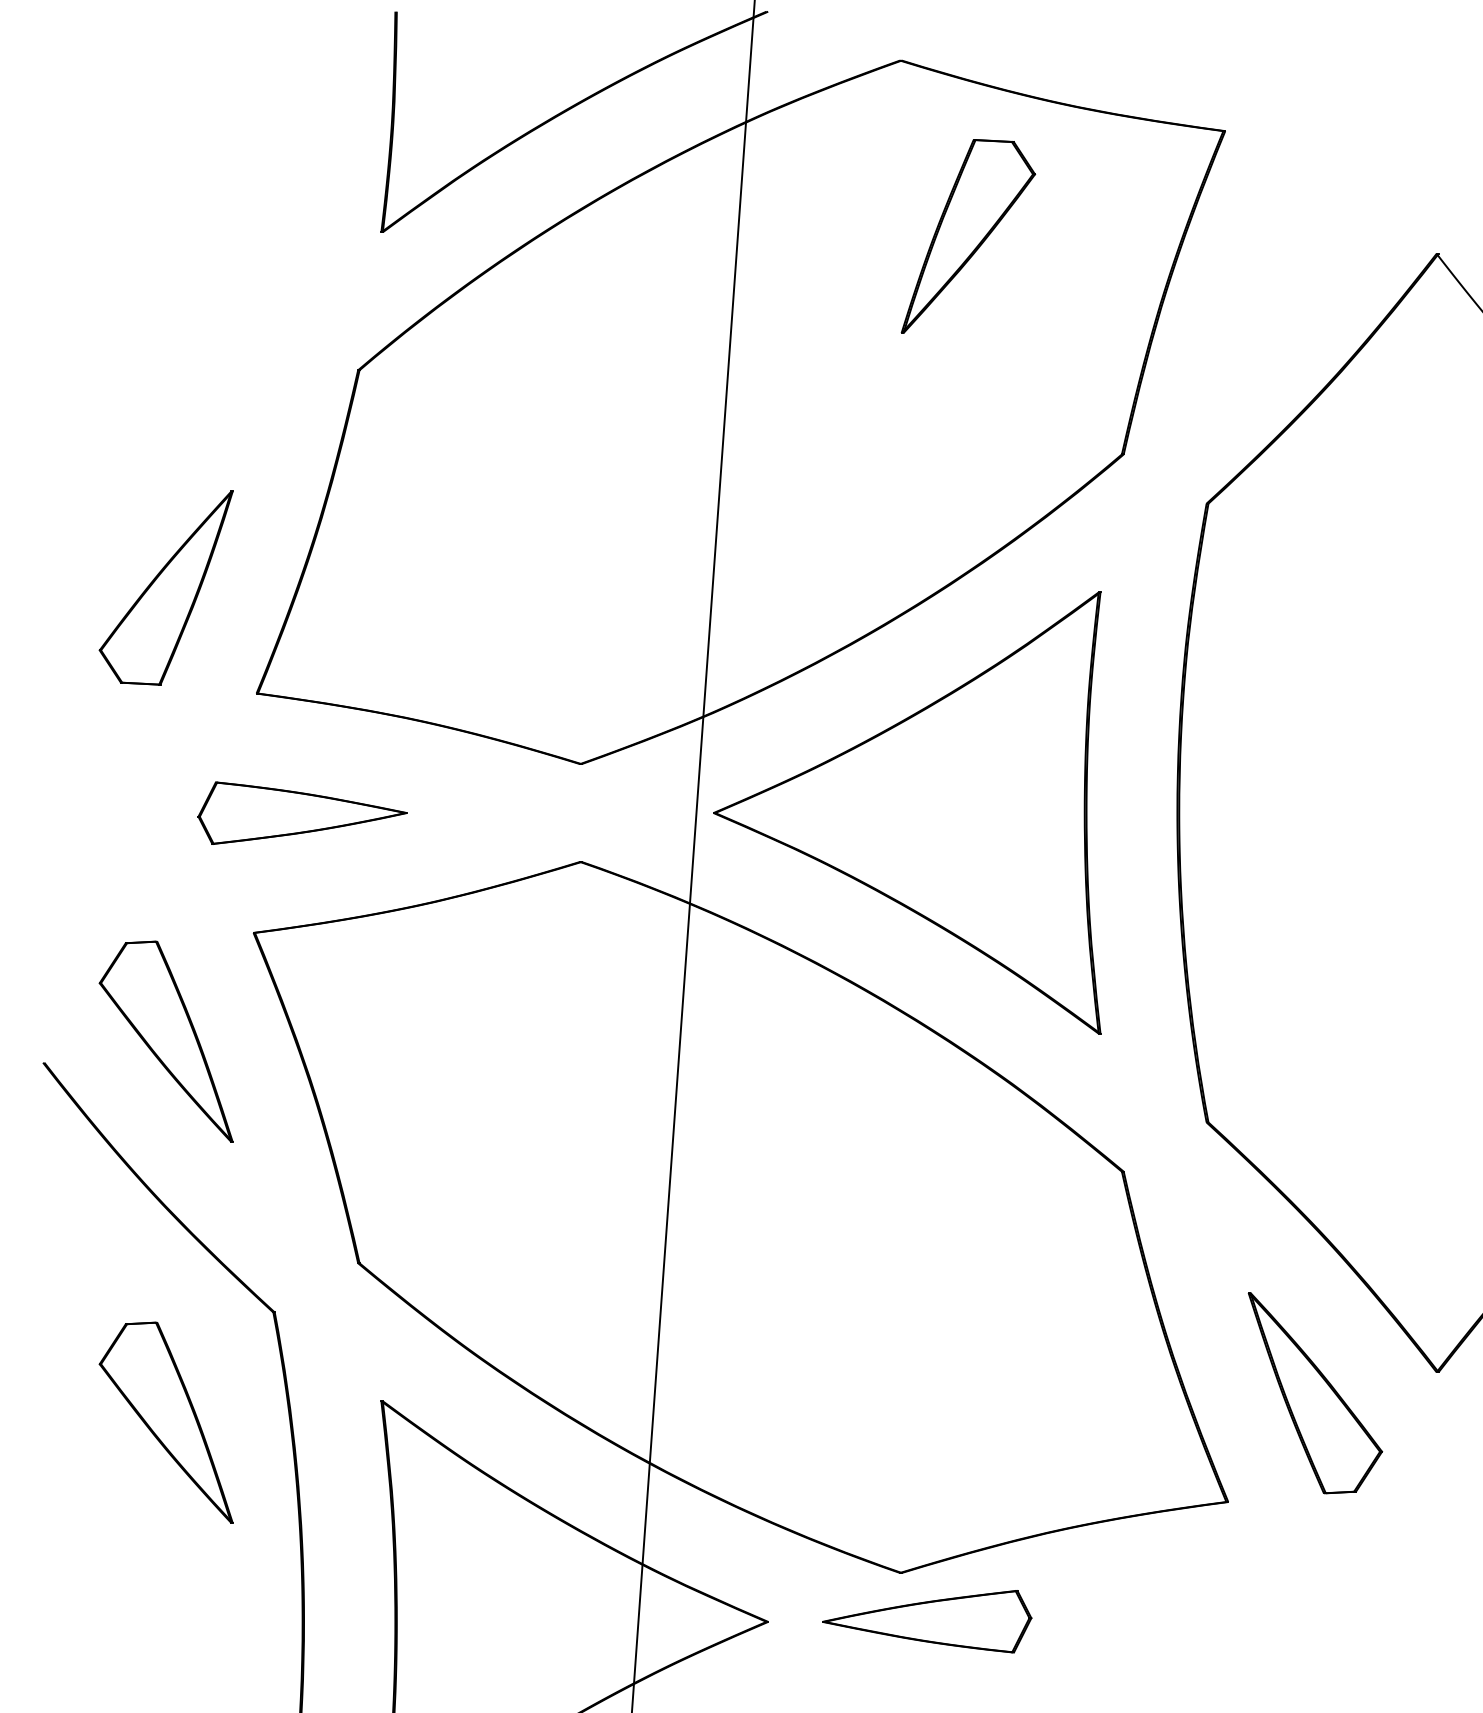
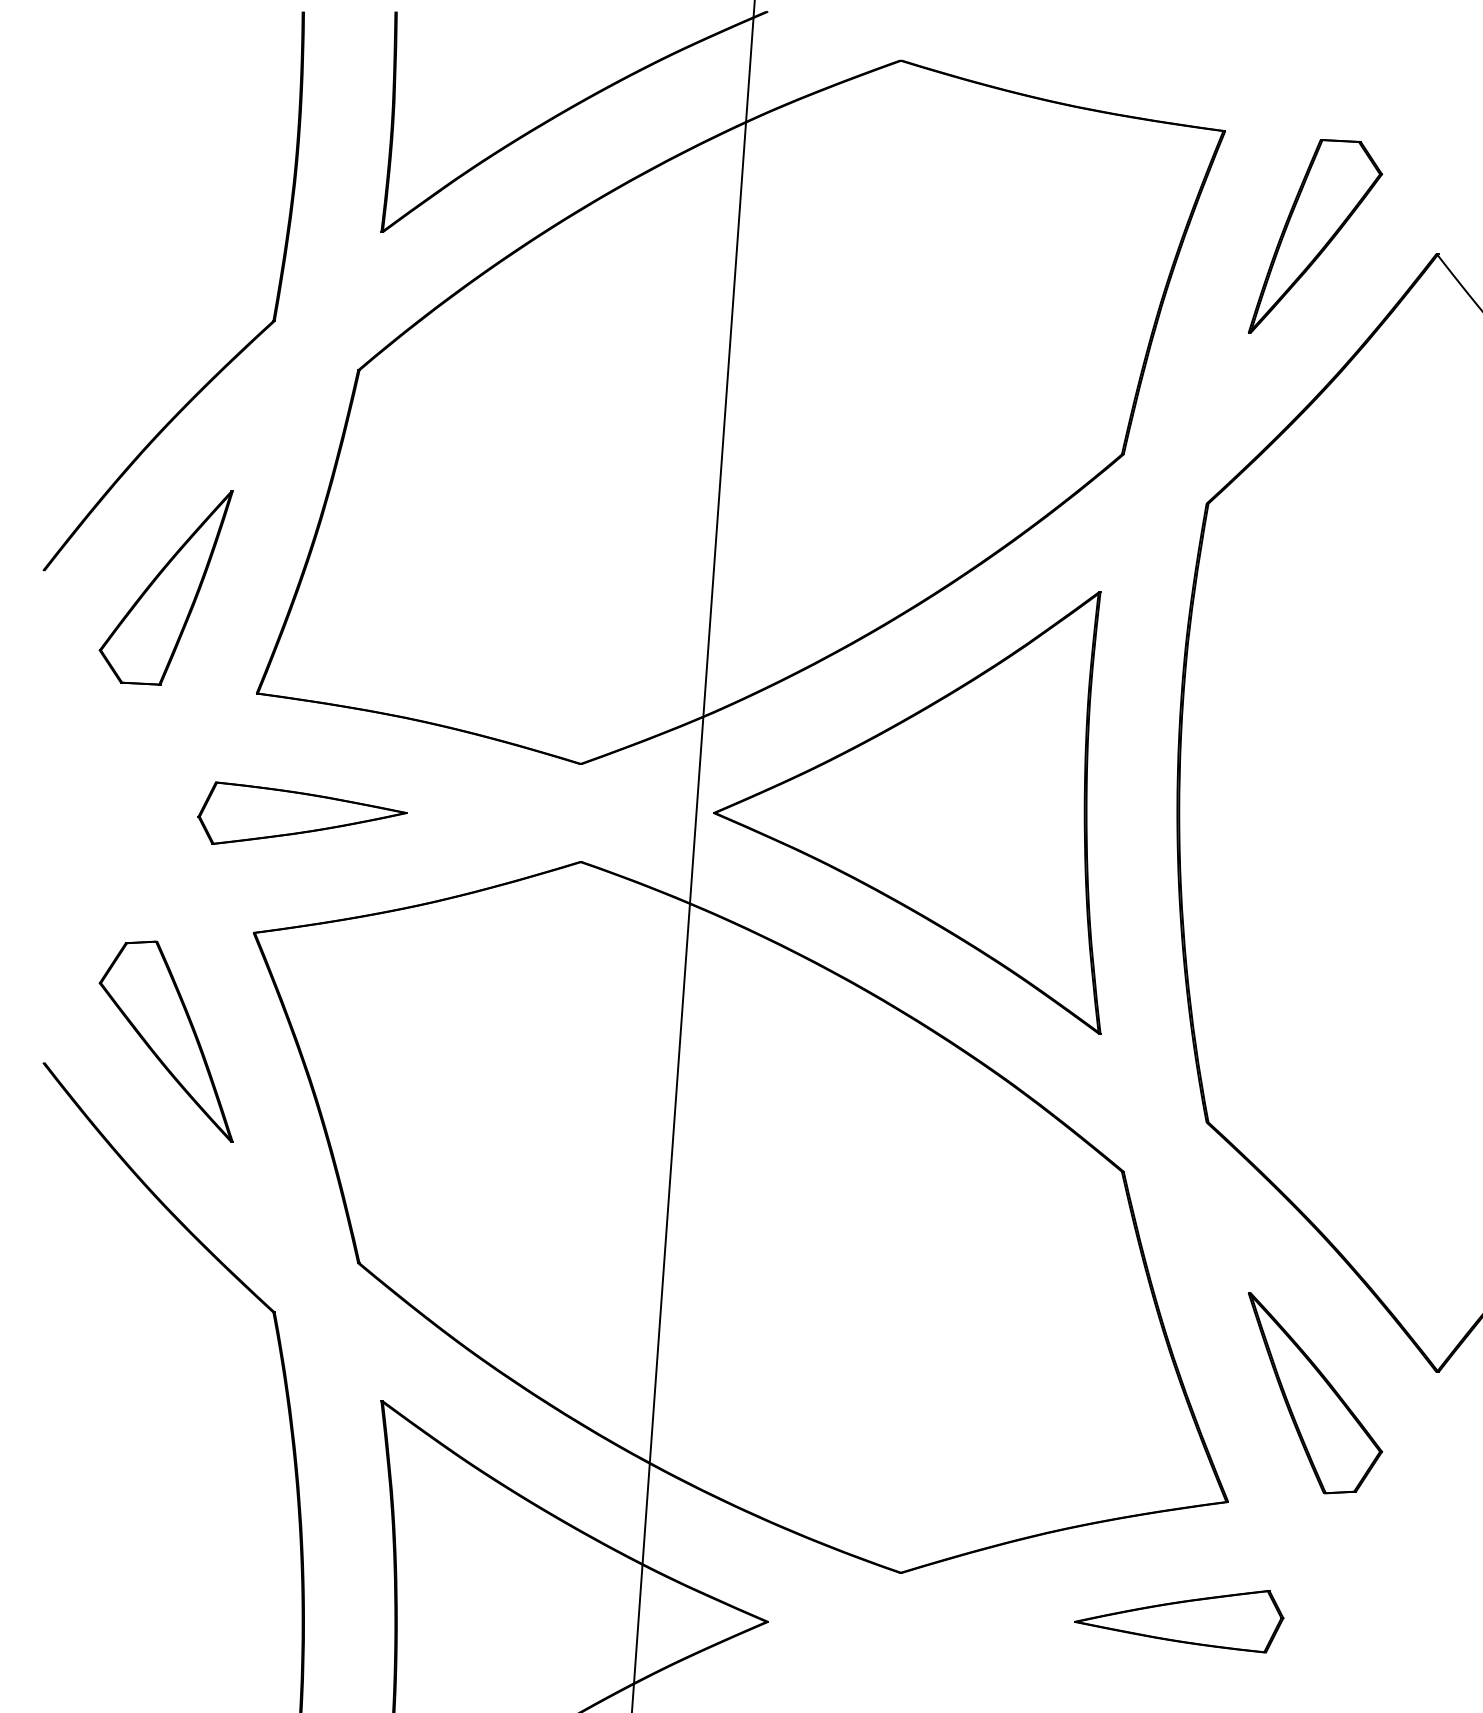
part at (968, 236) position: (968, 236) -> (1315, 236)
part at (234, 355): none -> present
part at (165, 1422): present -> none
part at (927, 1621) position: (927, 1621) -> (1179, 1621)
